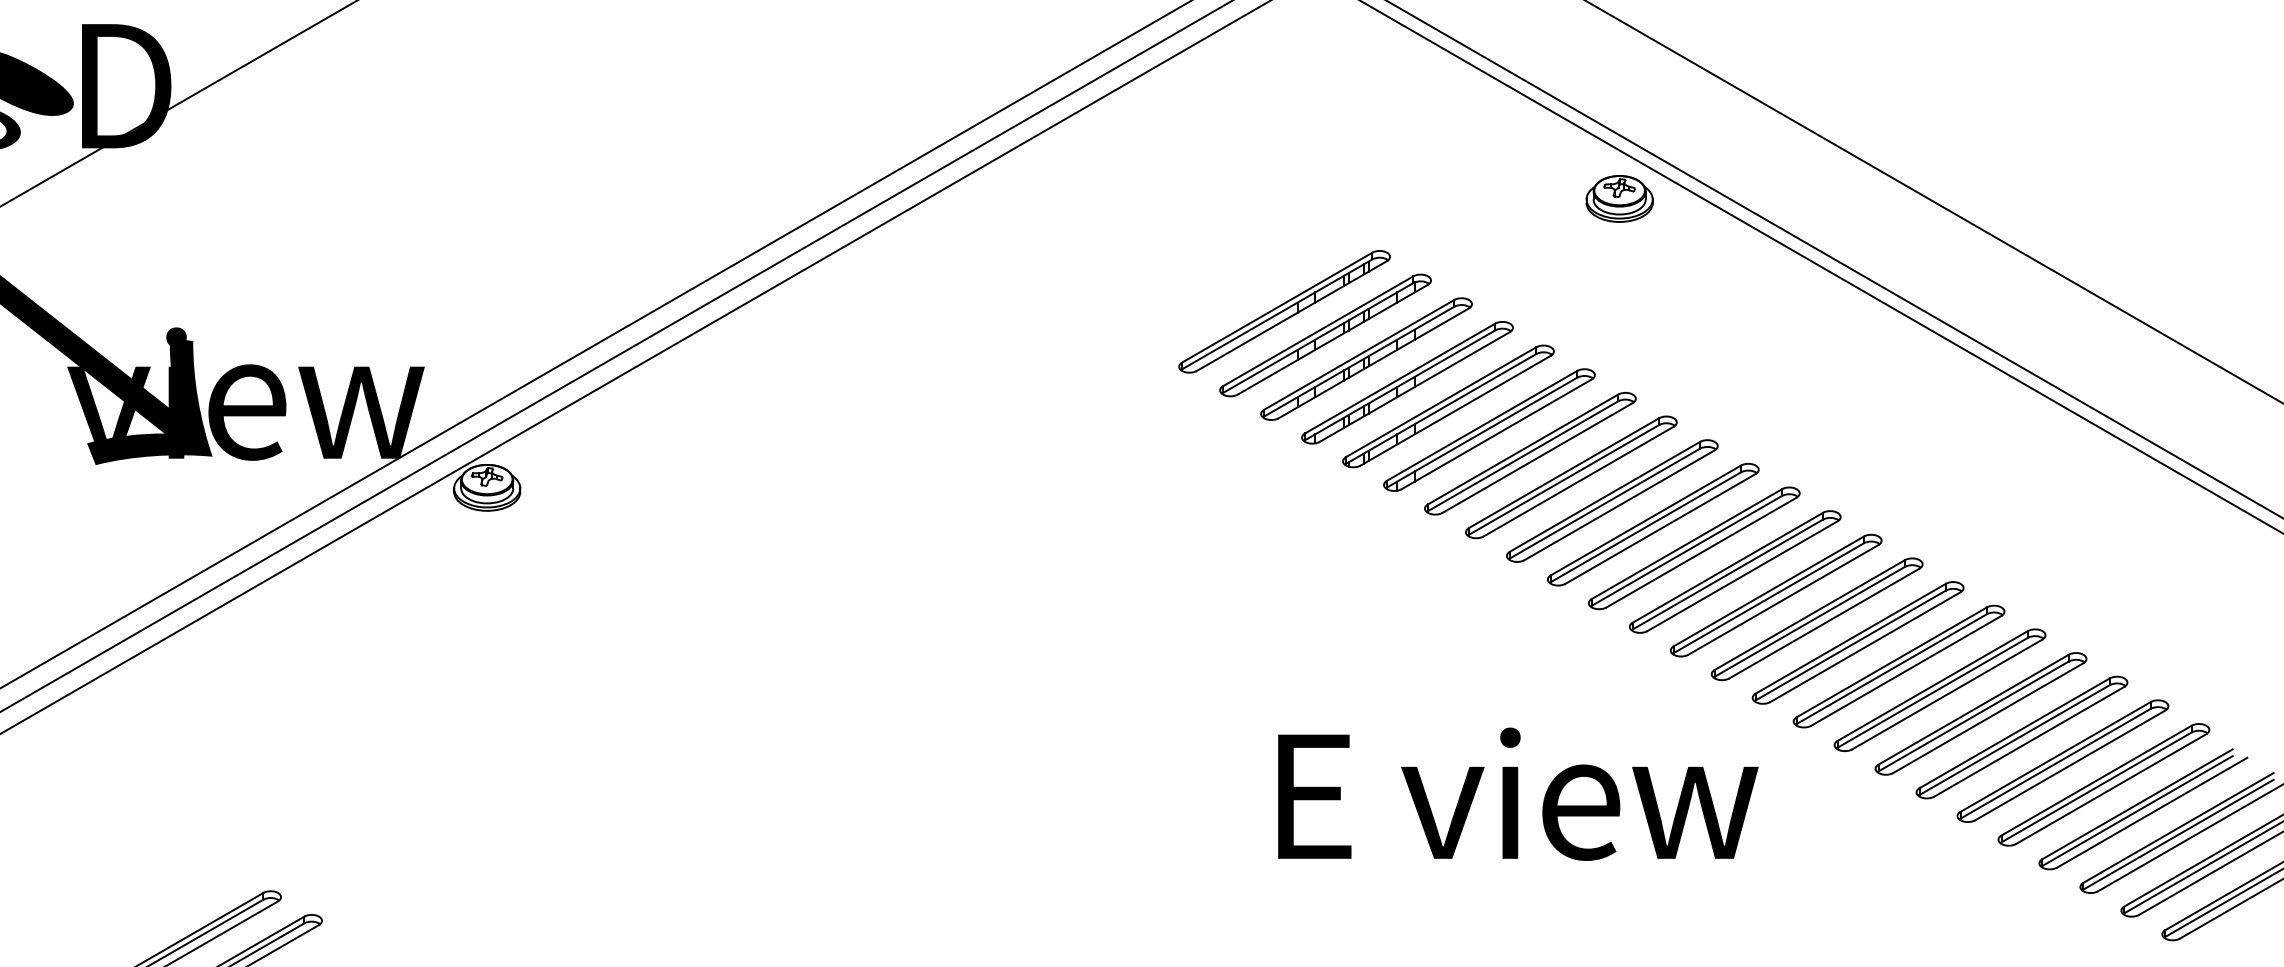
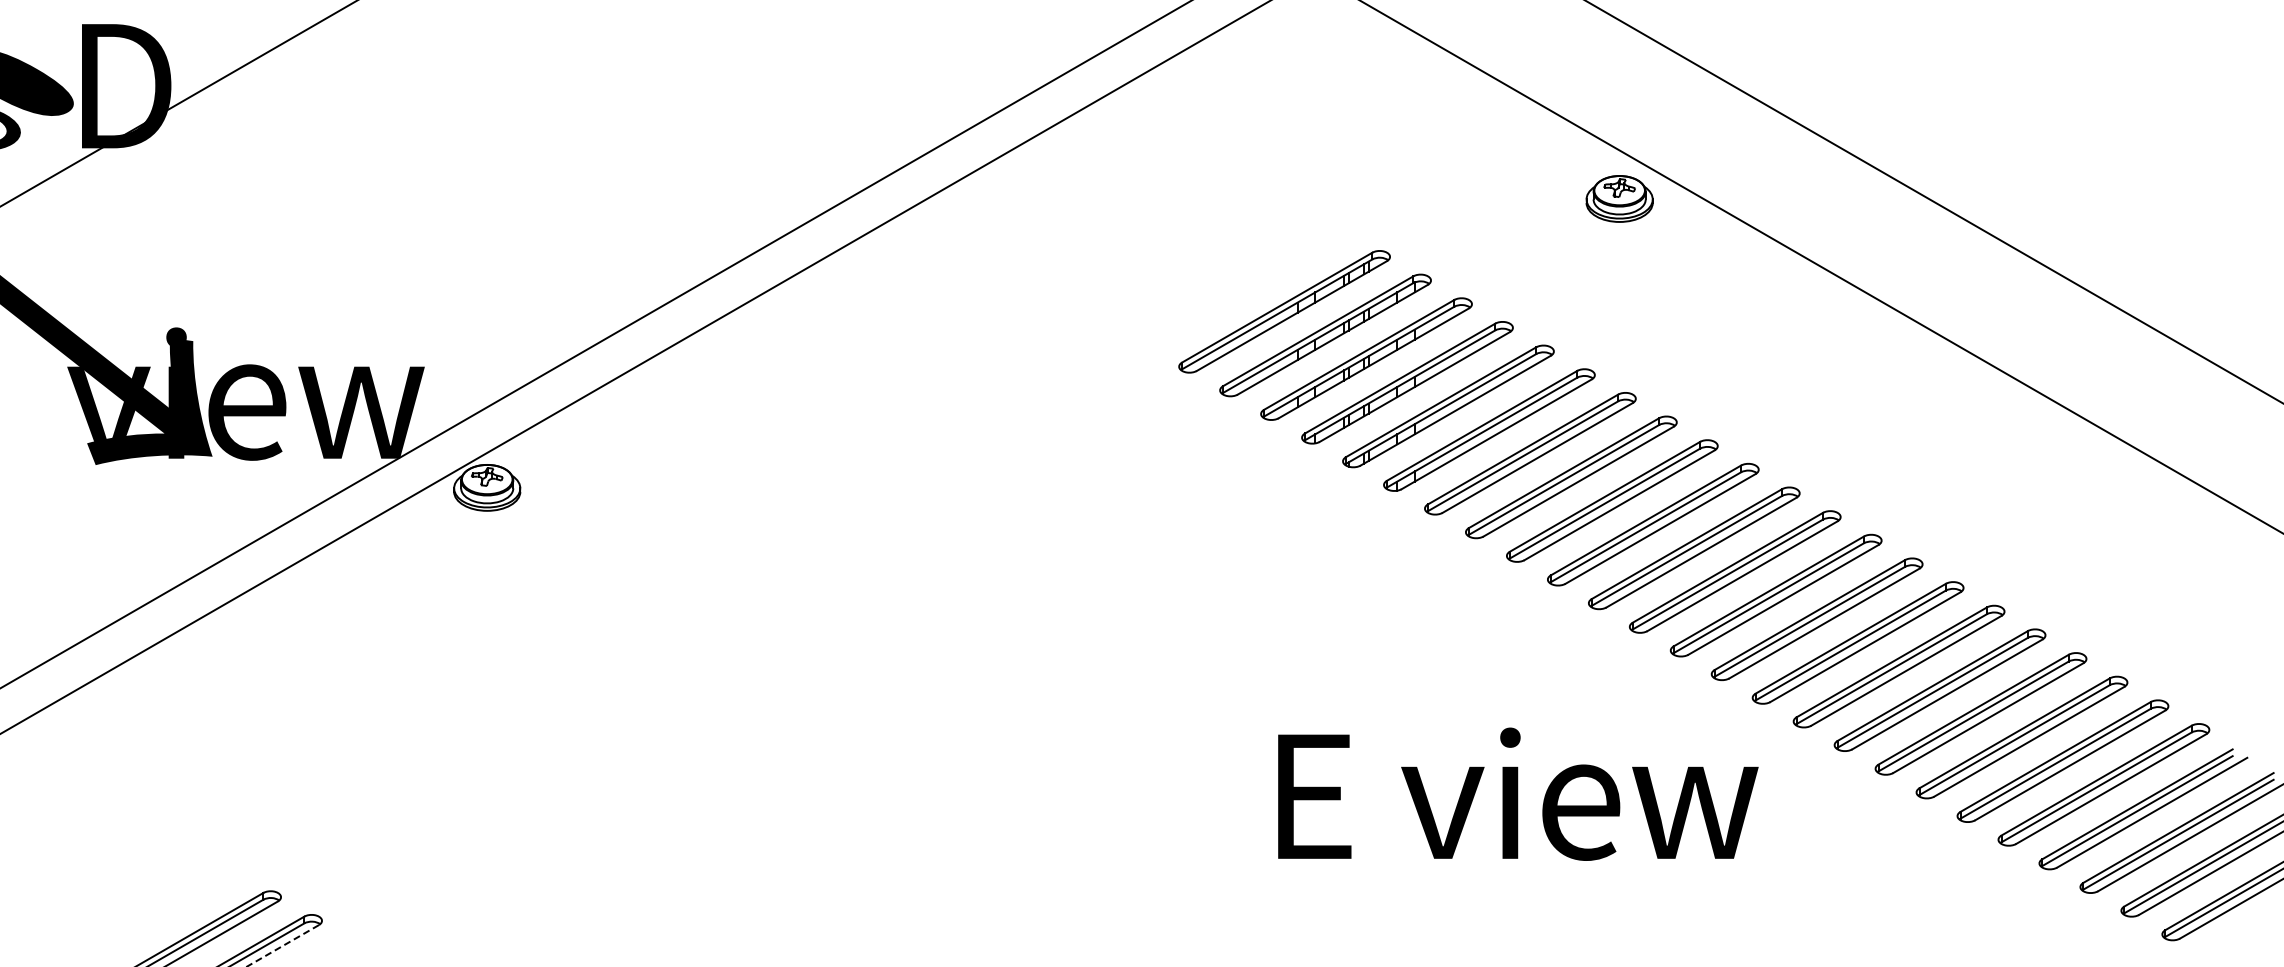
line at (1834, 259): present -> none
line at (615, 356): present -> none
line at (282, 946): solid -> dashed
